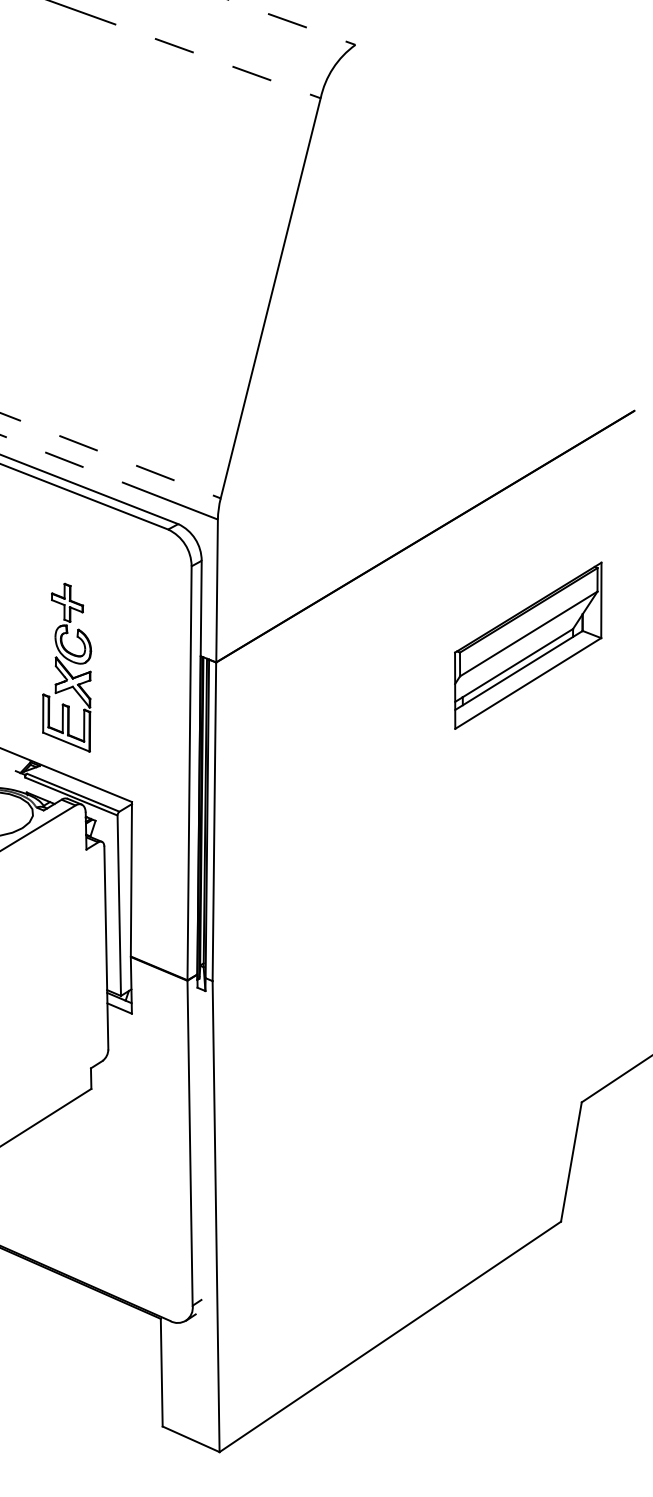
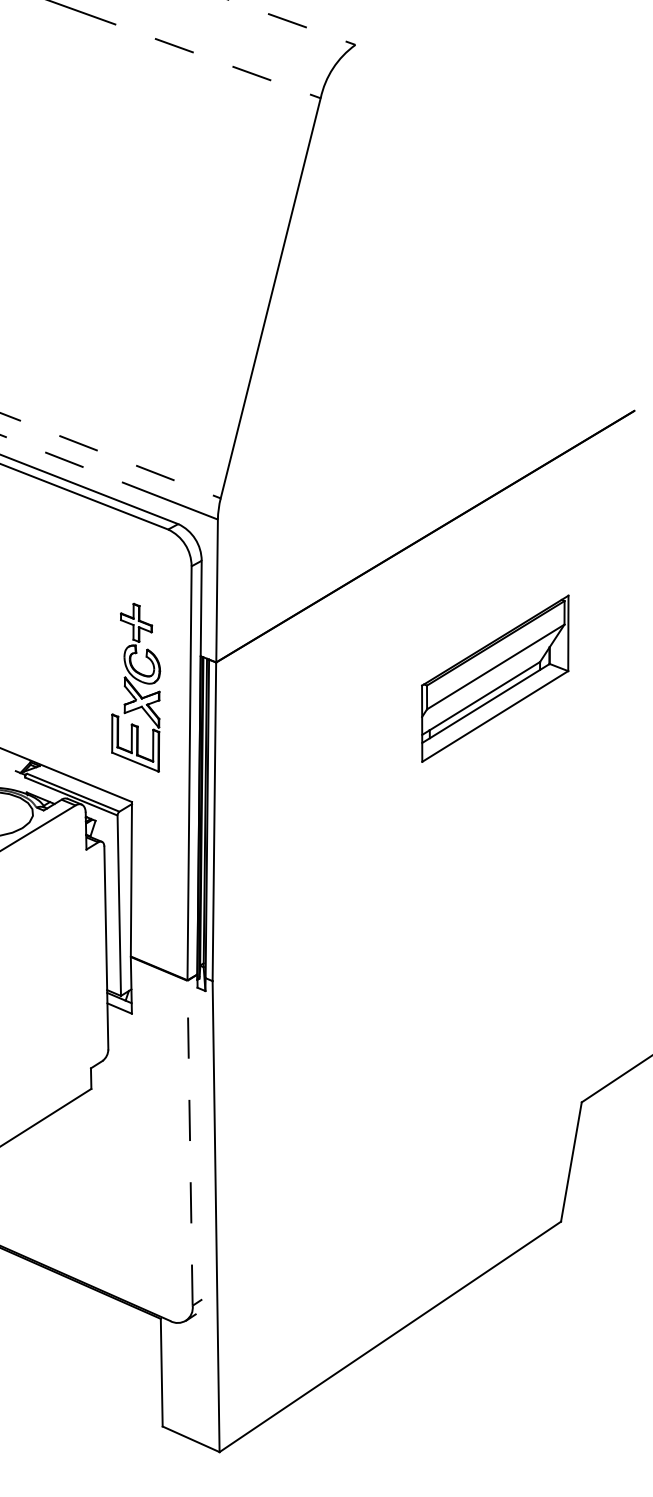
part at (528, 645) position: (528, 645) -> (495, 678)
part at (67, 667) position: (67, 667) -> (136, 687)
line at (190, 1142): solid -> dashed
